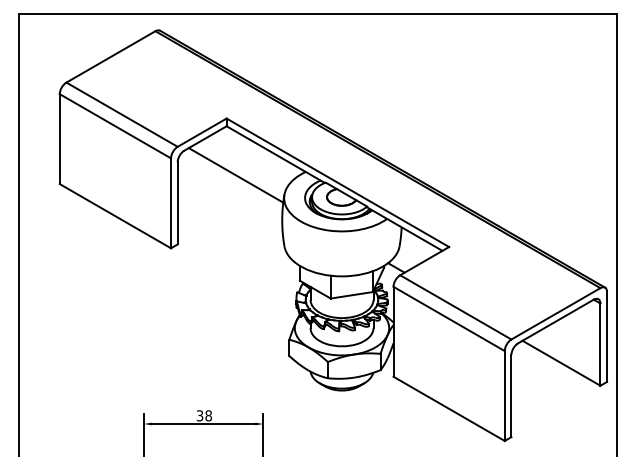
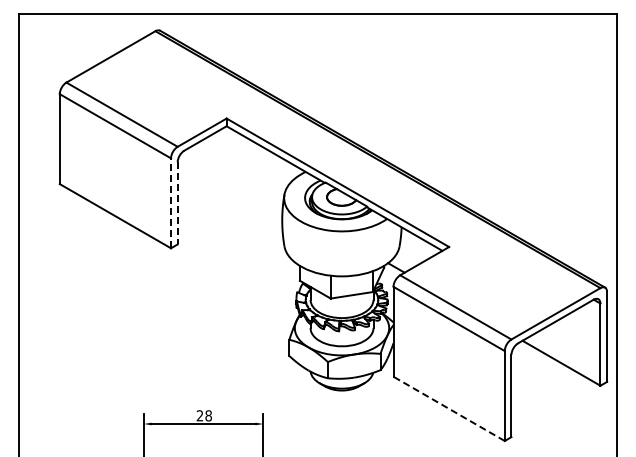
line at (235, 175): present -> none
line at (171, 203): solid -> dashed
line at (177, 203): solid -> dashed
line at (448, 408): solid -> dashed
text at (199, 416): 38 -> 28
